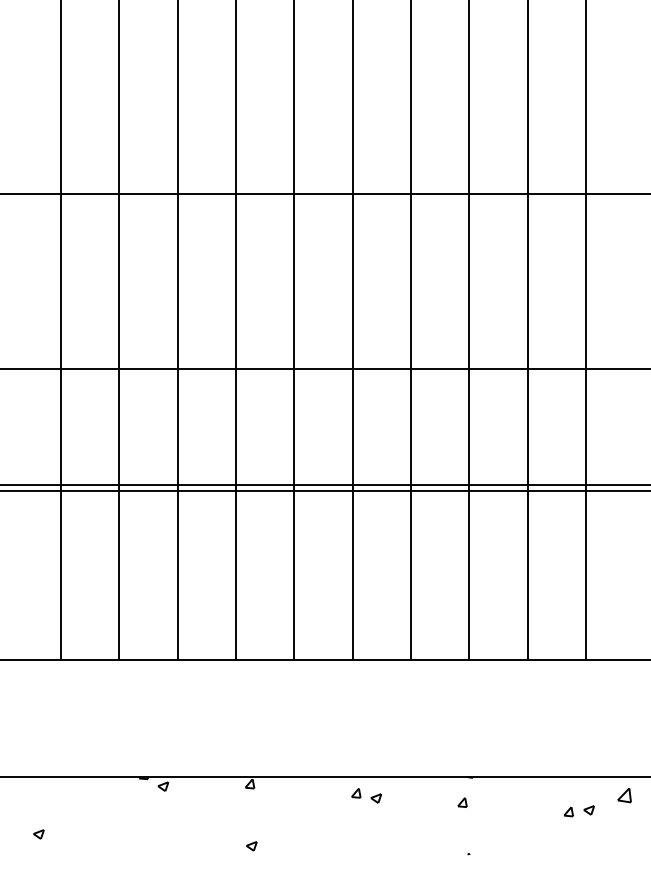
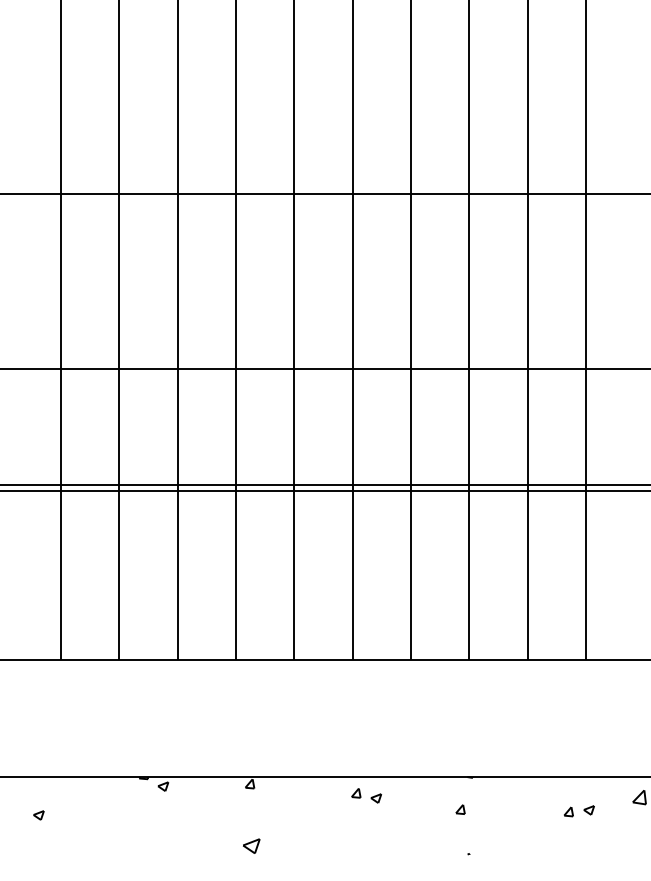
part at (624, 795) position: (624, 795) -> (639, 797)
part at (462, 802) position: (462, 802) -> (460, 809)
part at (38, 834) position: (38, 834) -> (38, 815)
part at (251, 846) size: 12x11 px -> 18x16 px
